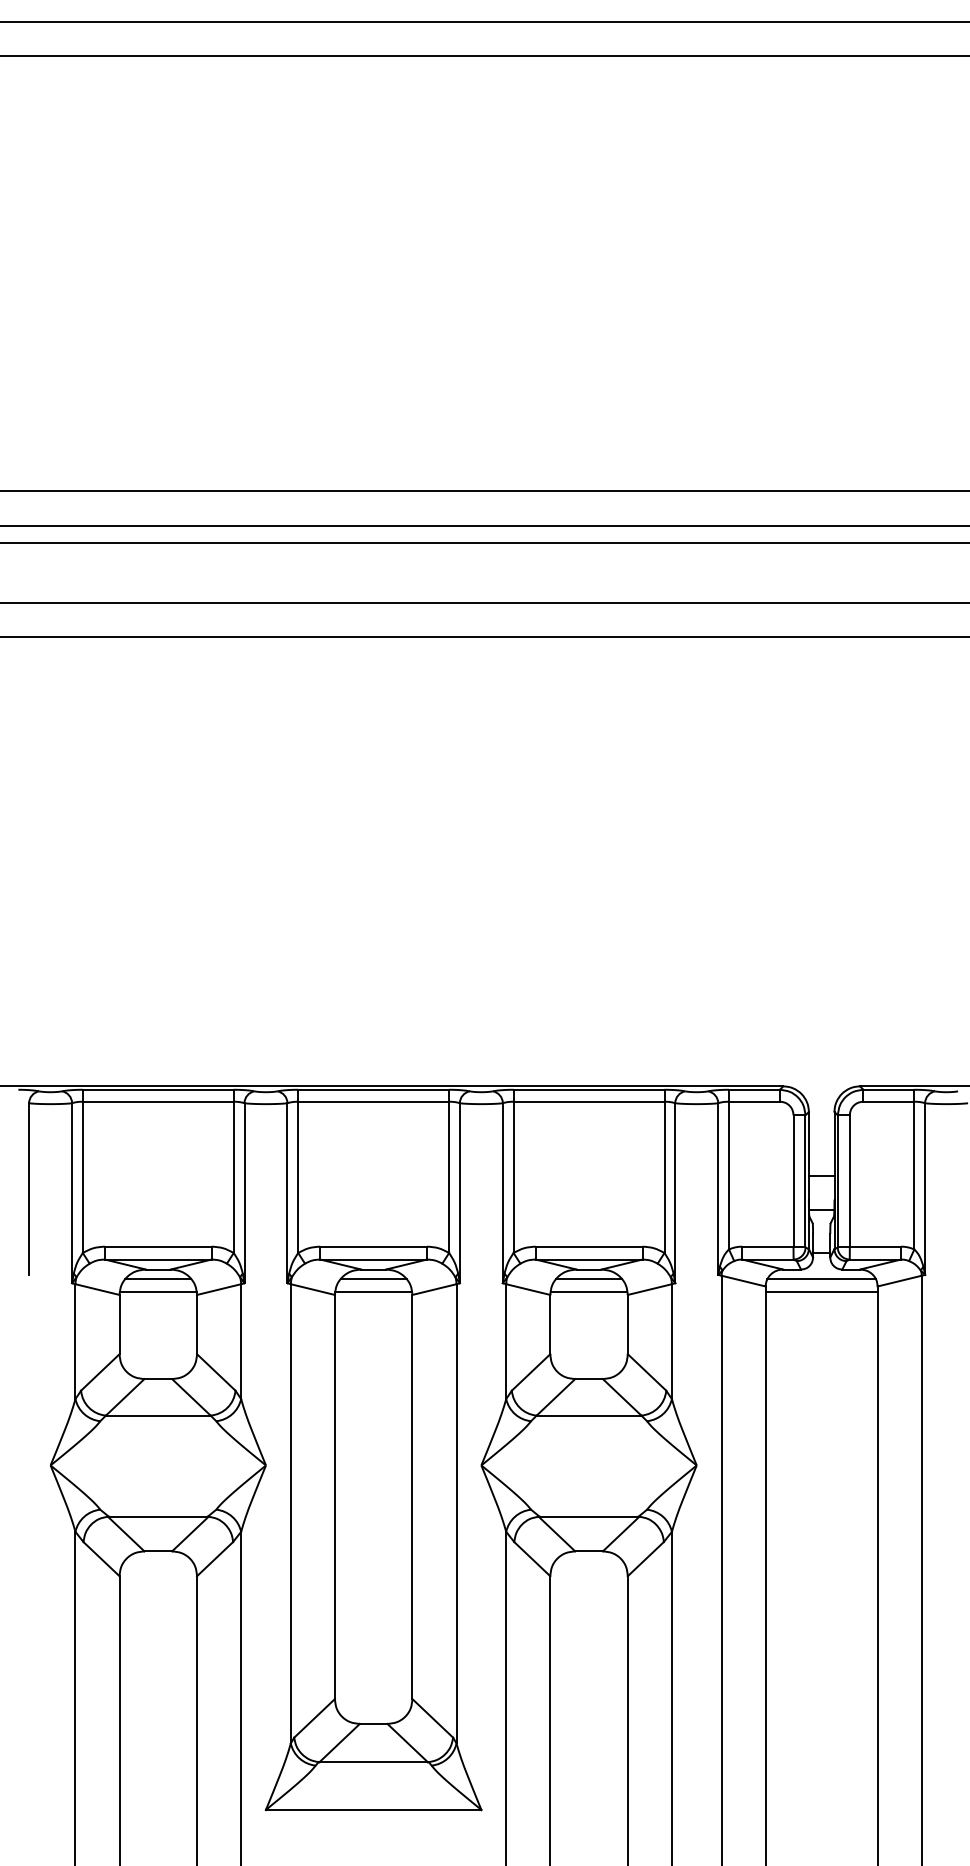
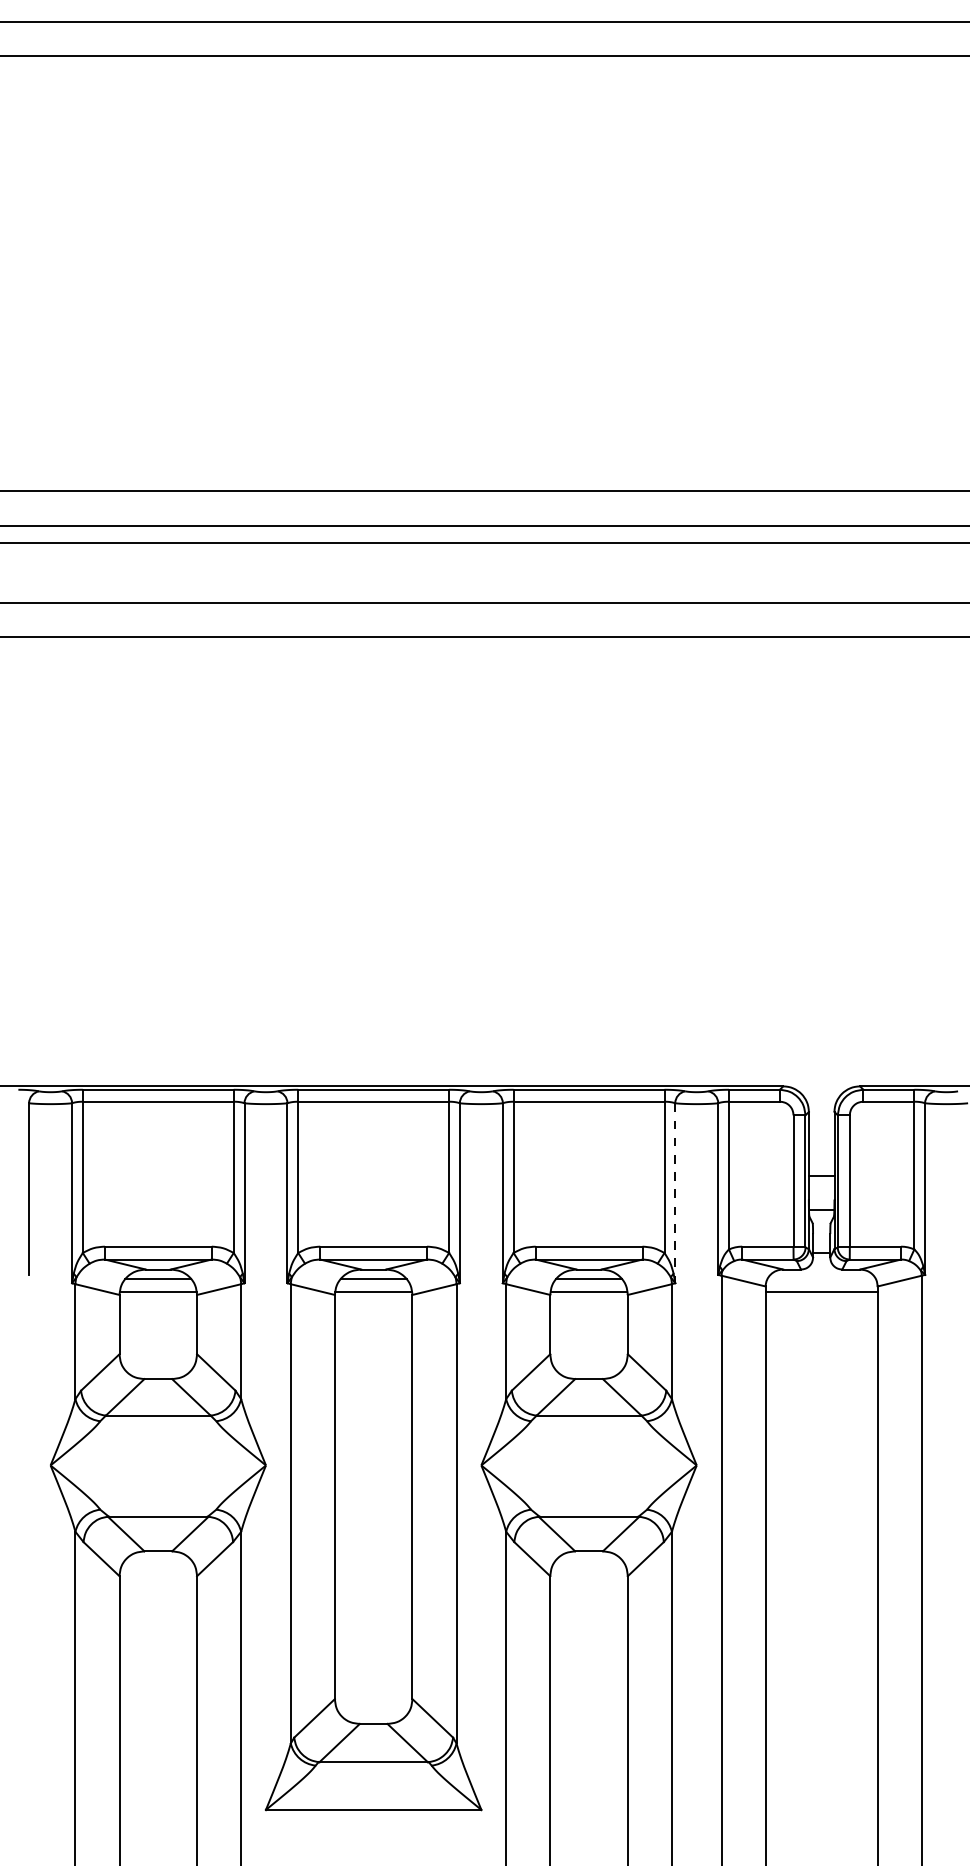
line at (675, 1193): solid -> dashed
line at (821, 1279): present -> none
